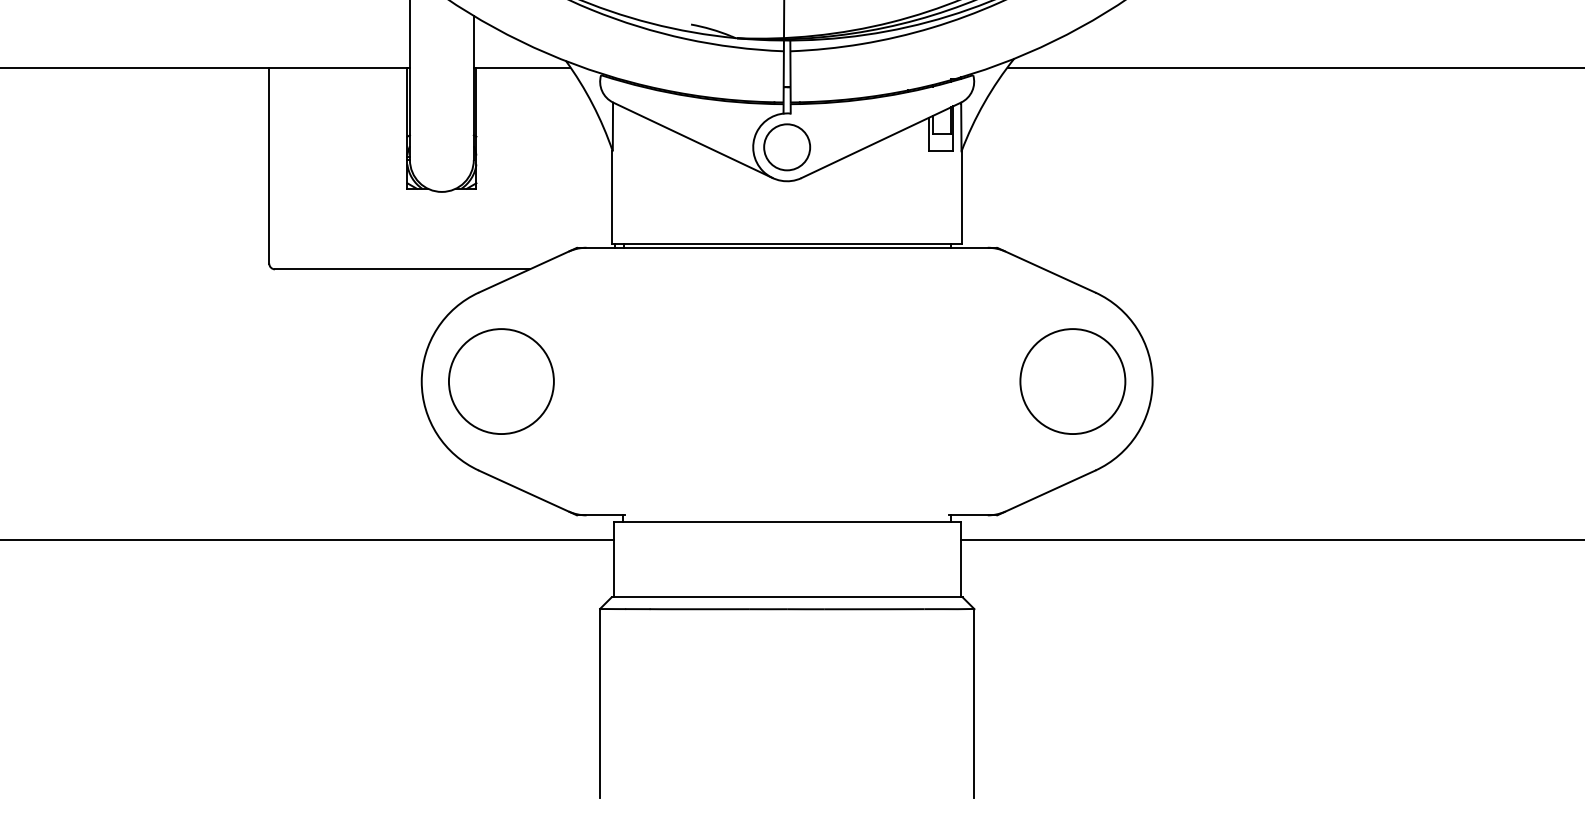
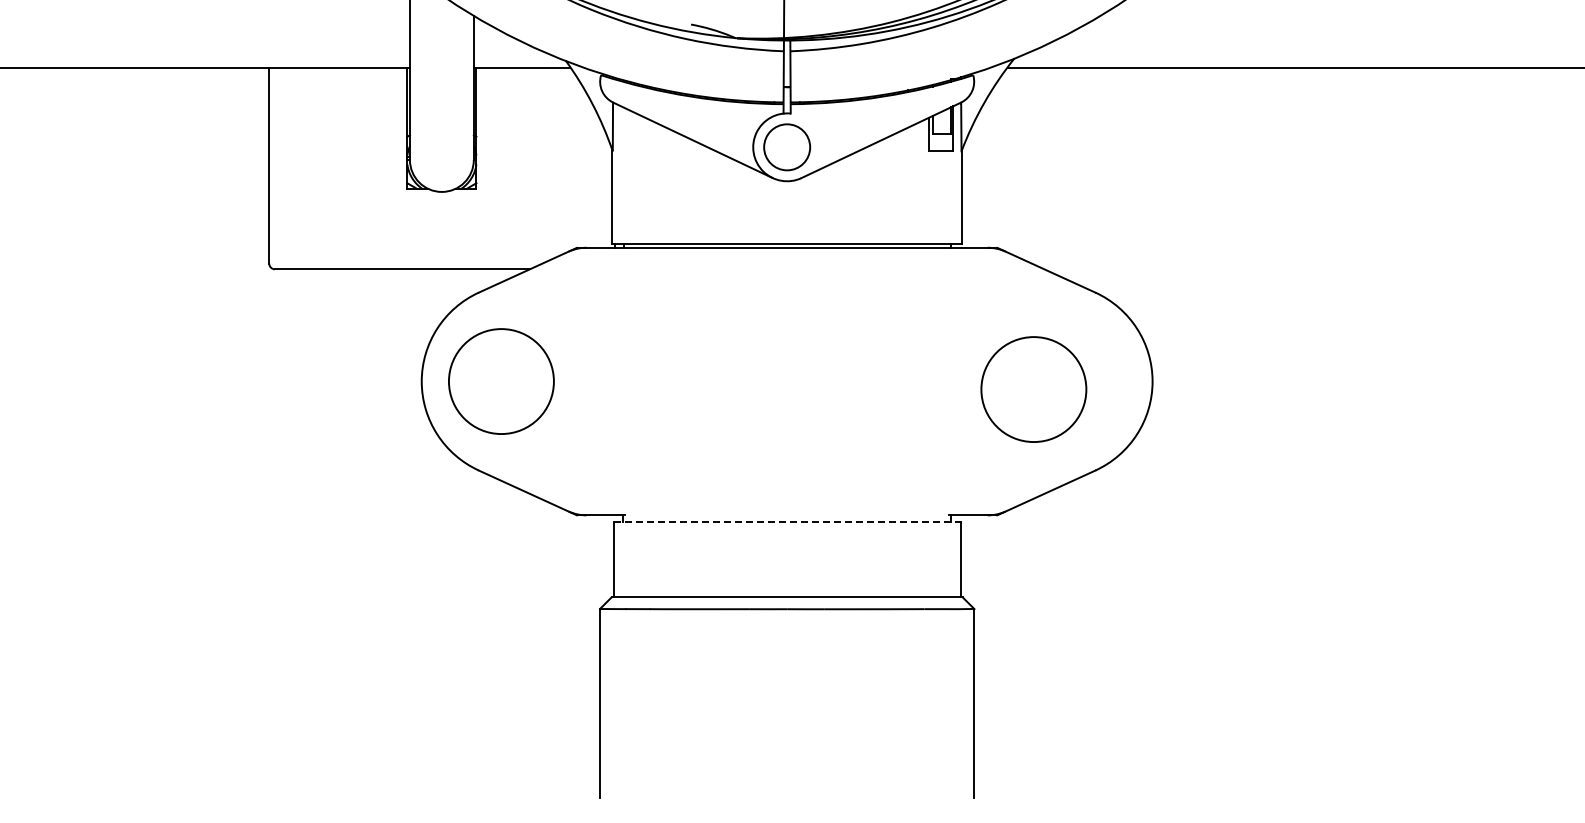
circle at (1072, 381) position: (1072, 381) -> (1033, 389)
line at (787, 521): solid -> dashed
line at (307, 539): present -> none
line at (1270, 539): present -> none
